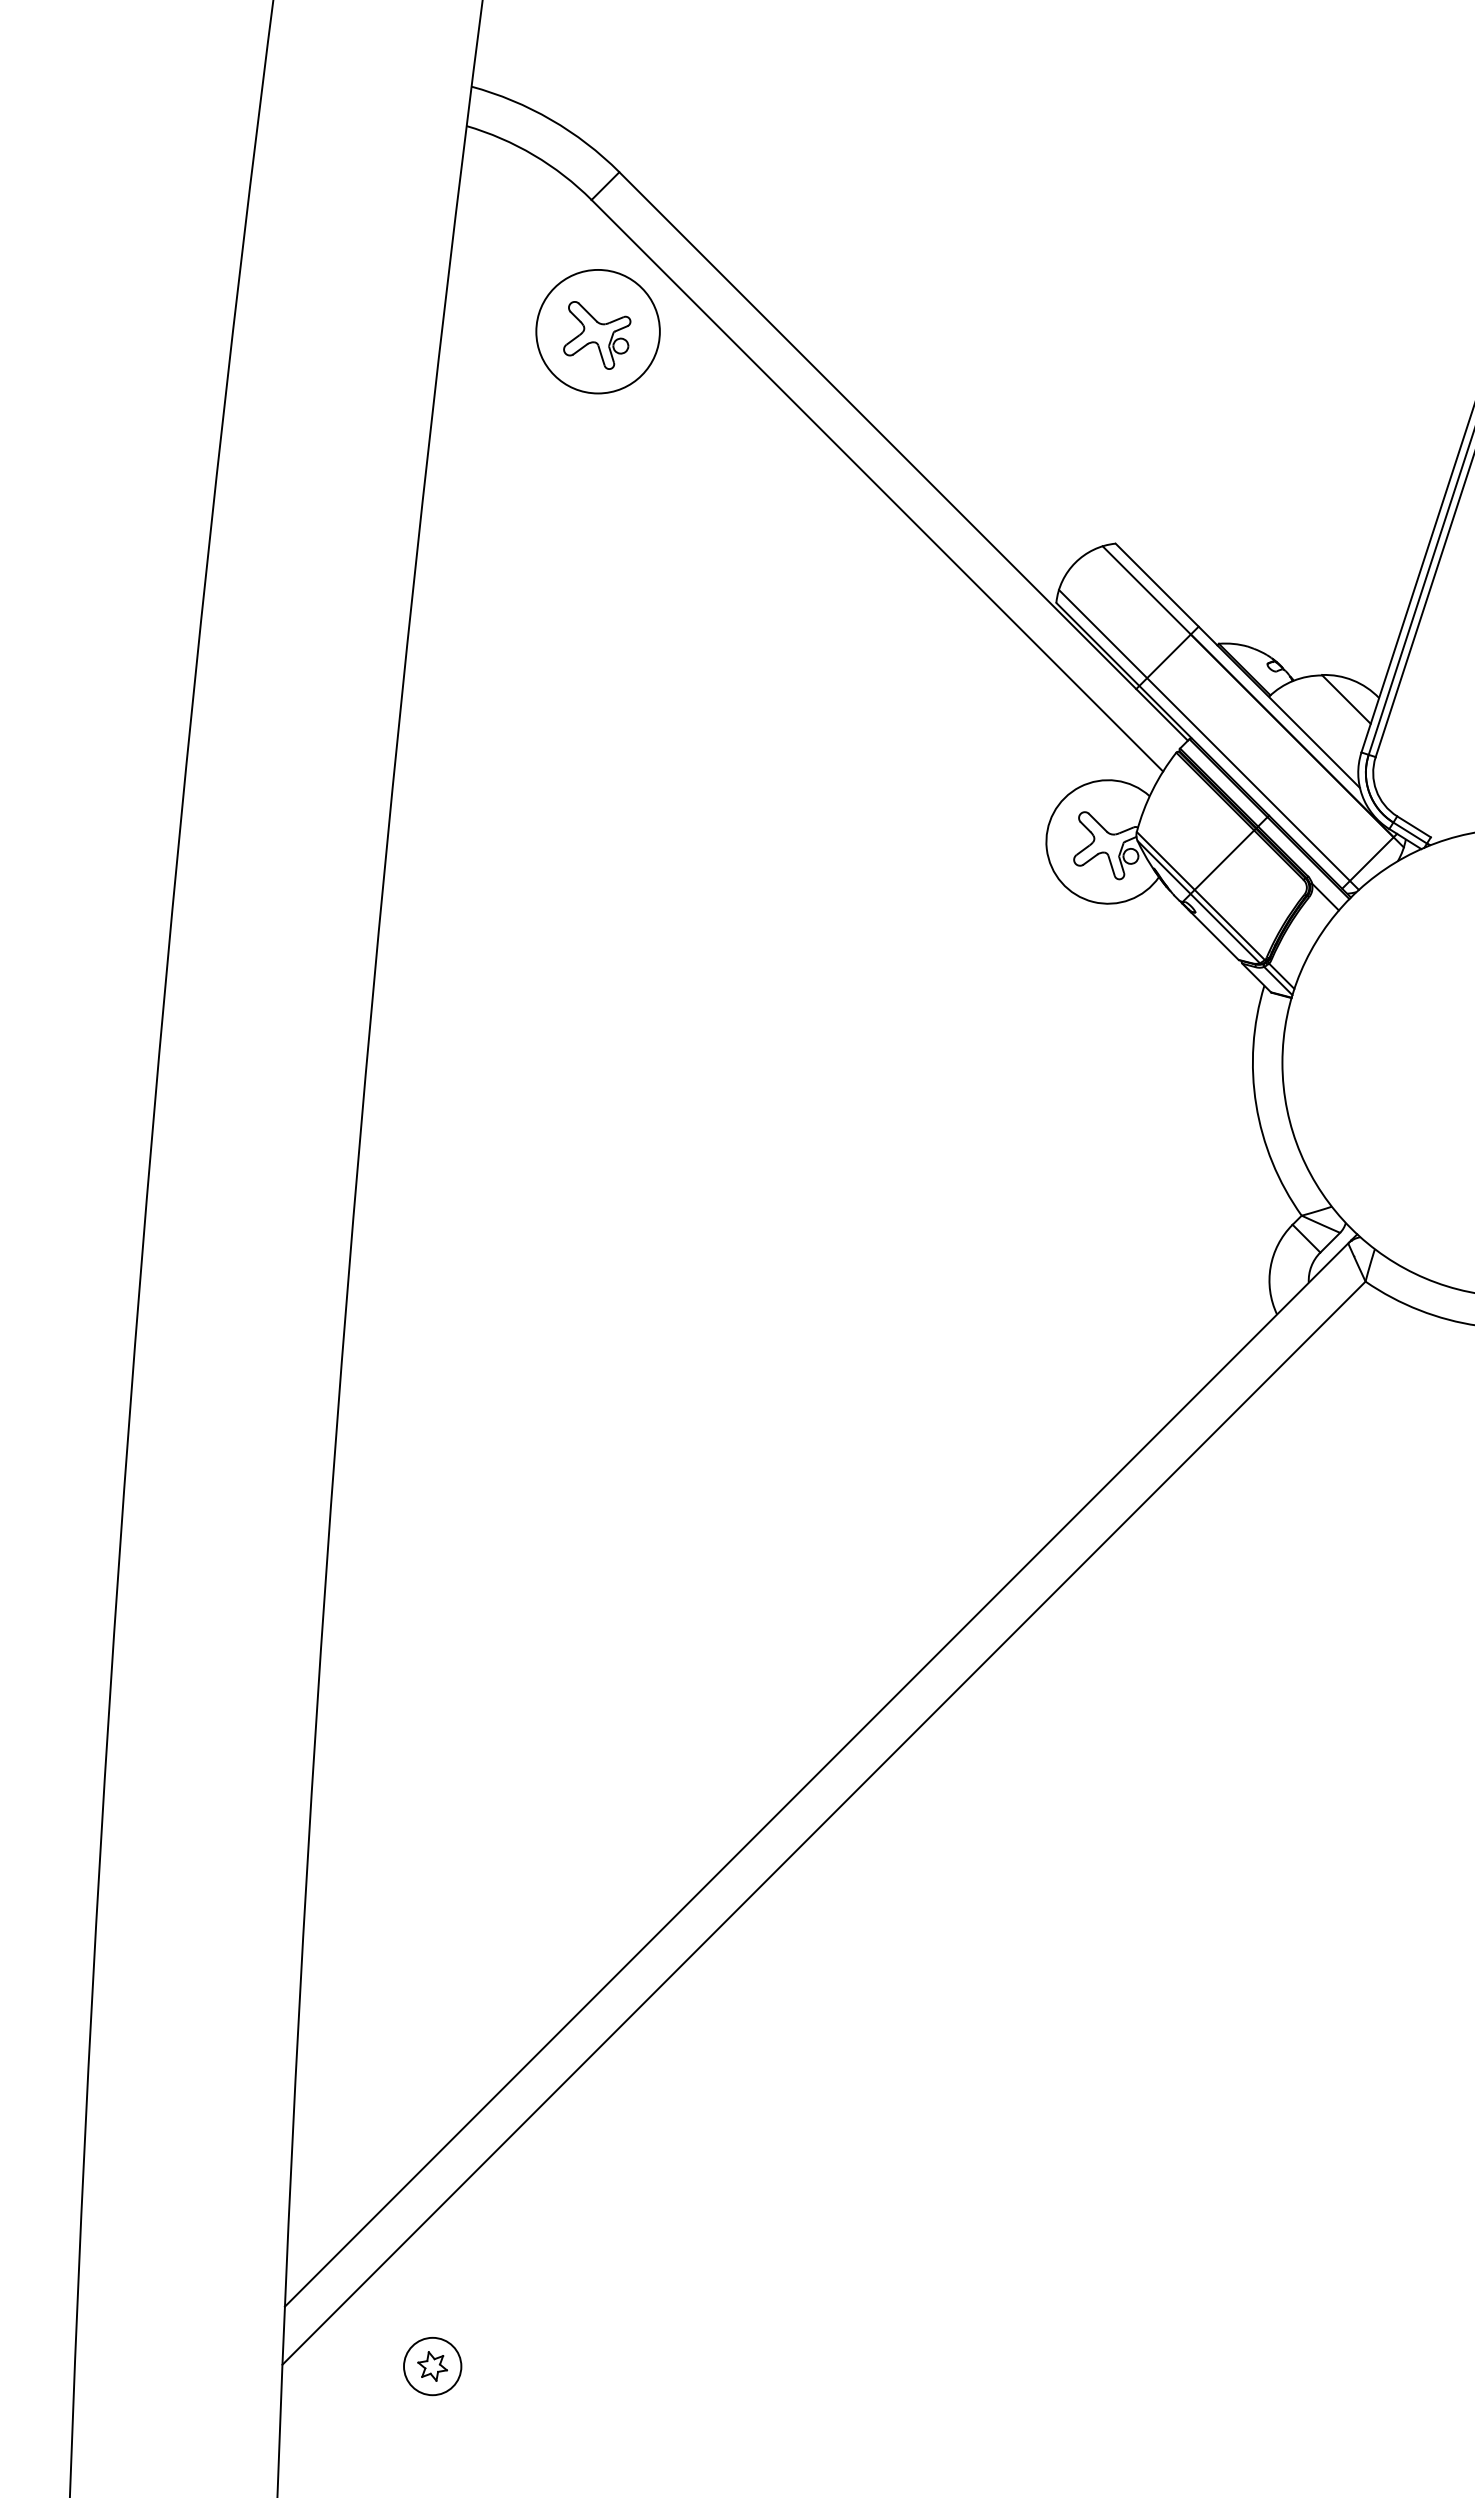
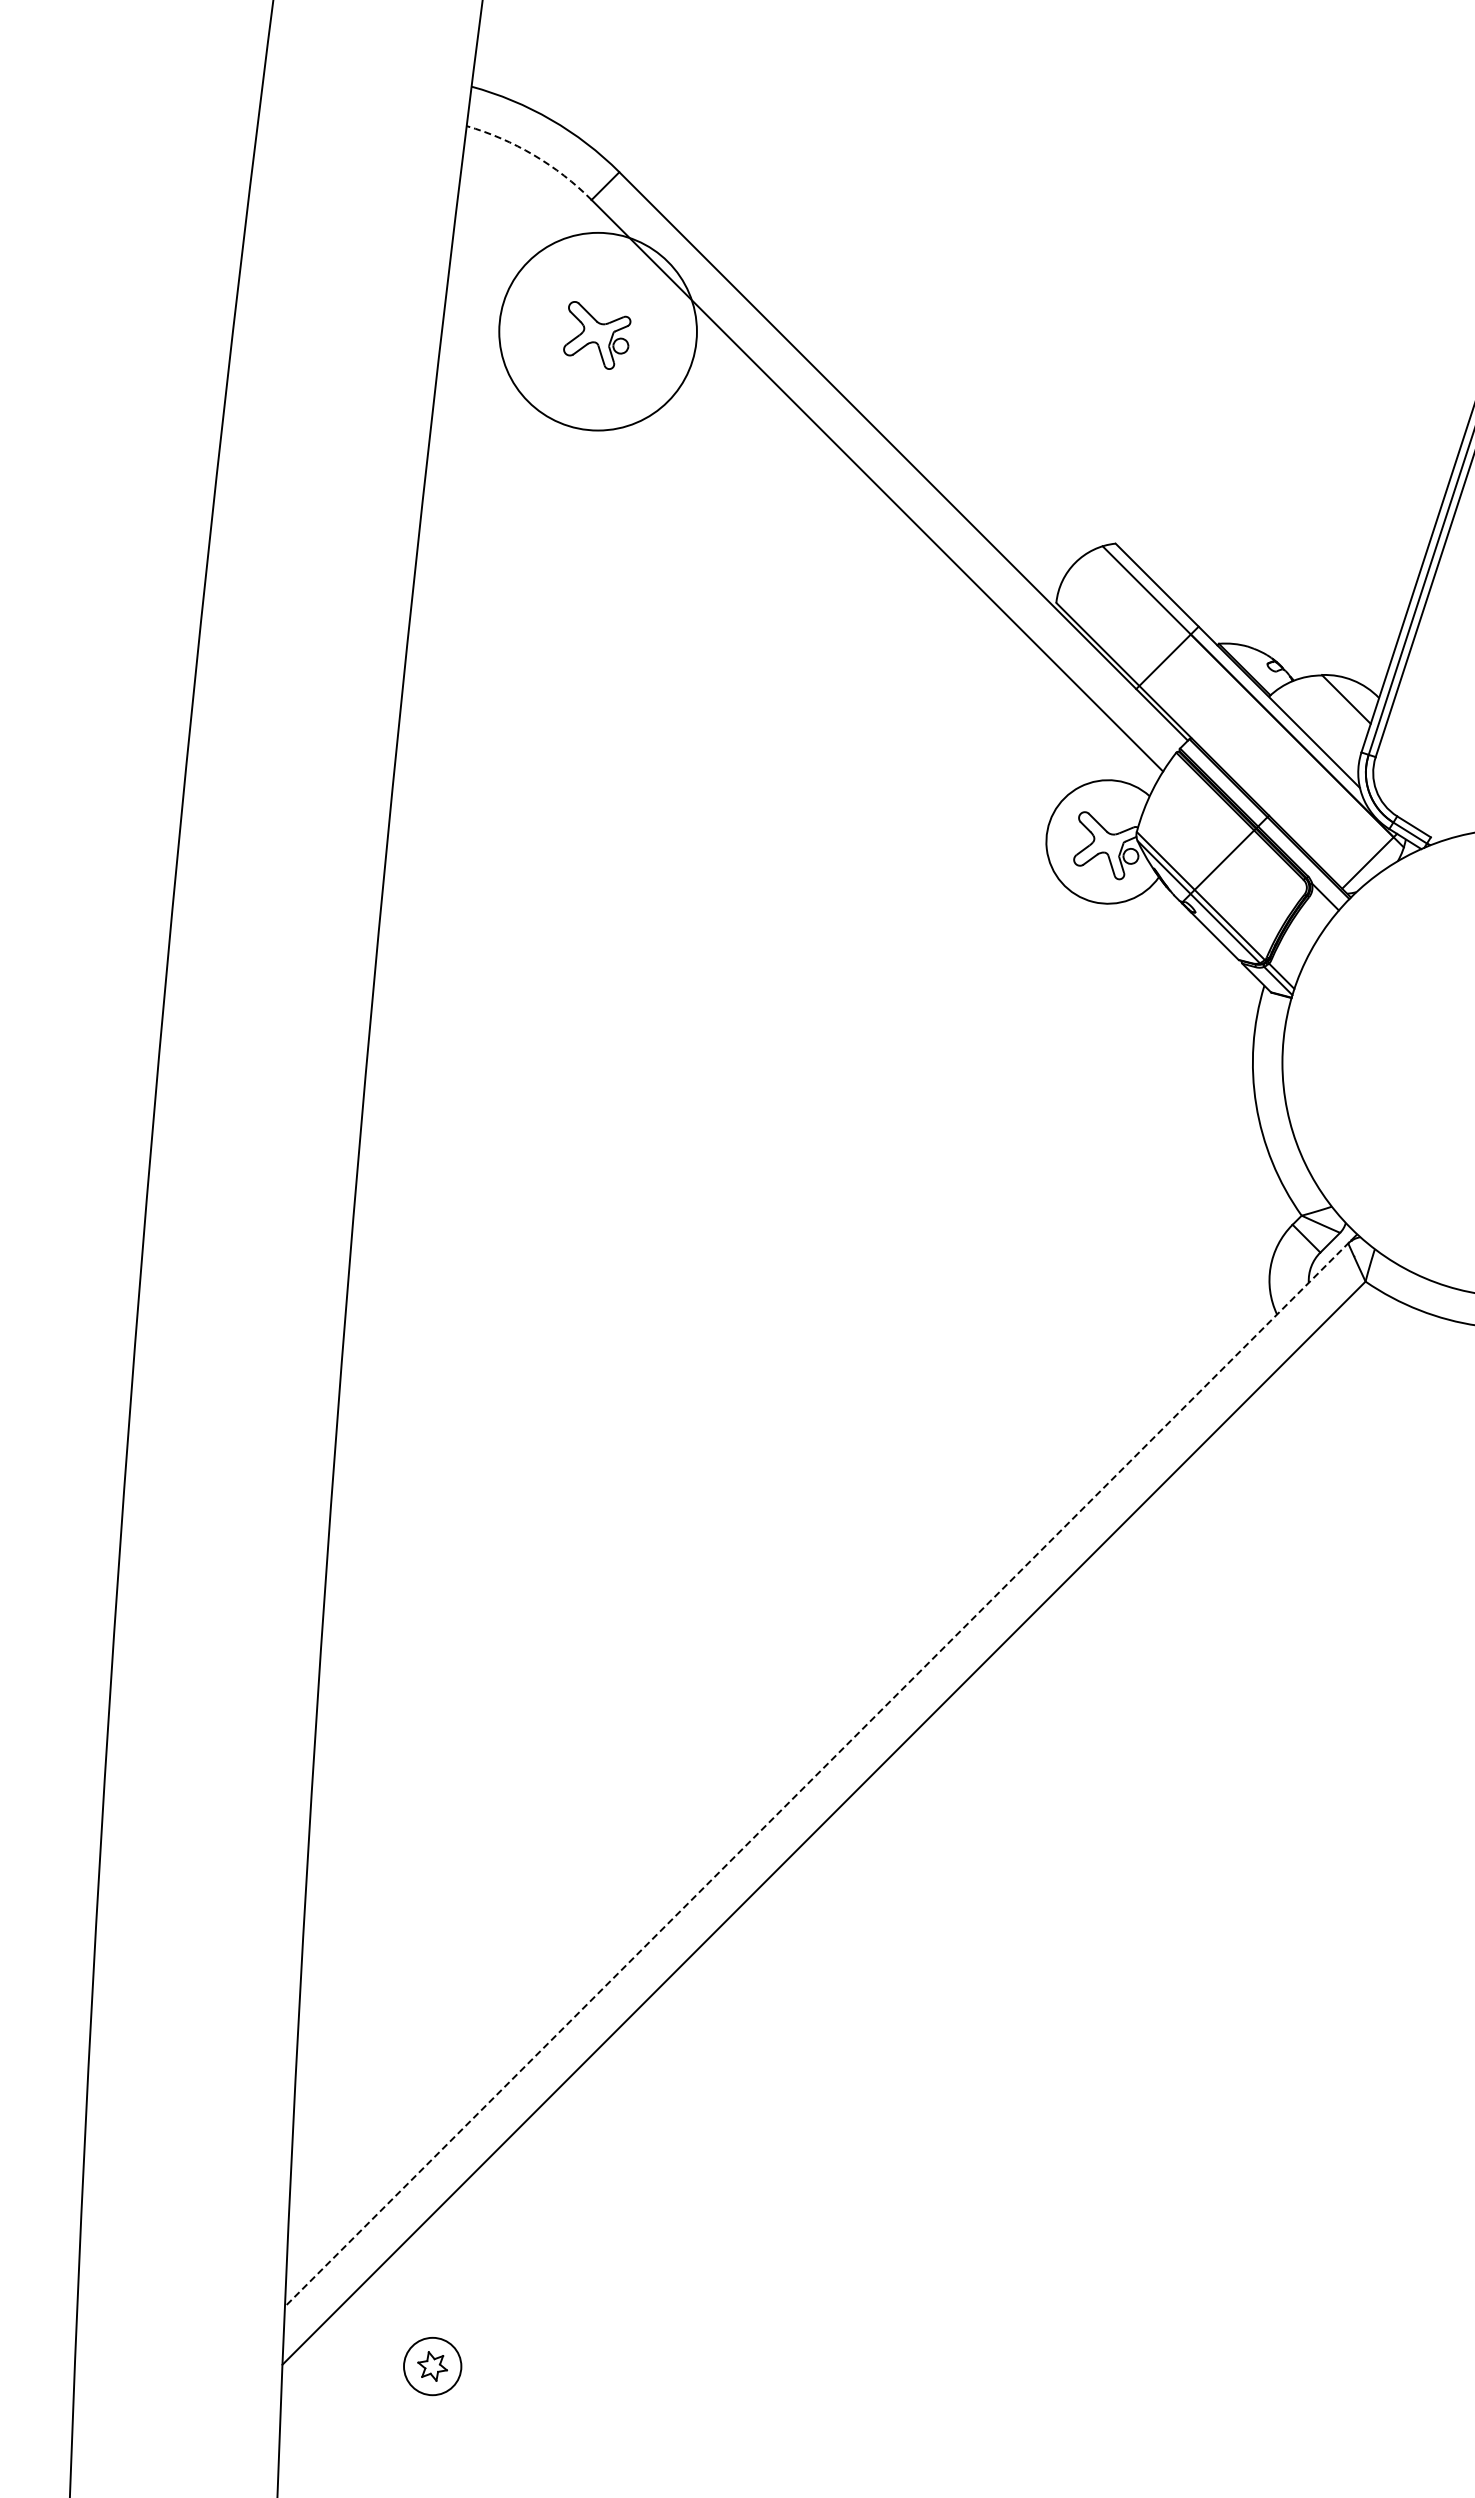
arc at (533, 155): solid -> dashed
circle at (597, 331) diameter: 124 px -> 198 px
line at (1208, 739): present -> none
line at (820, 1770): solid -> dashed
